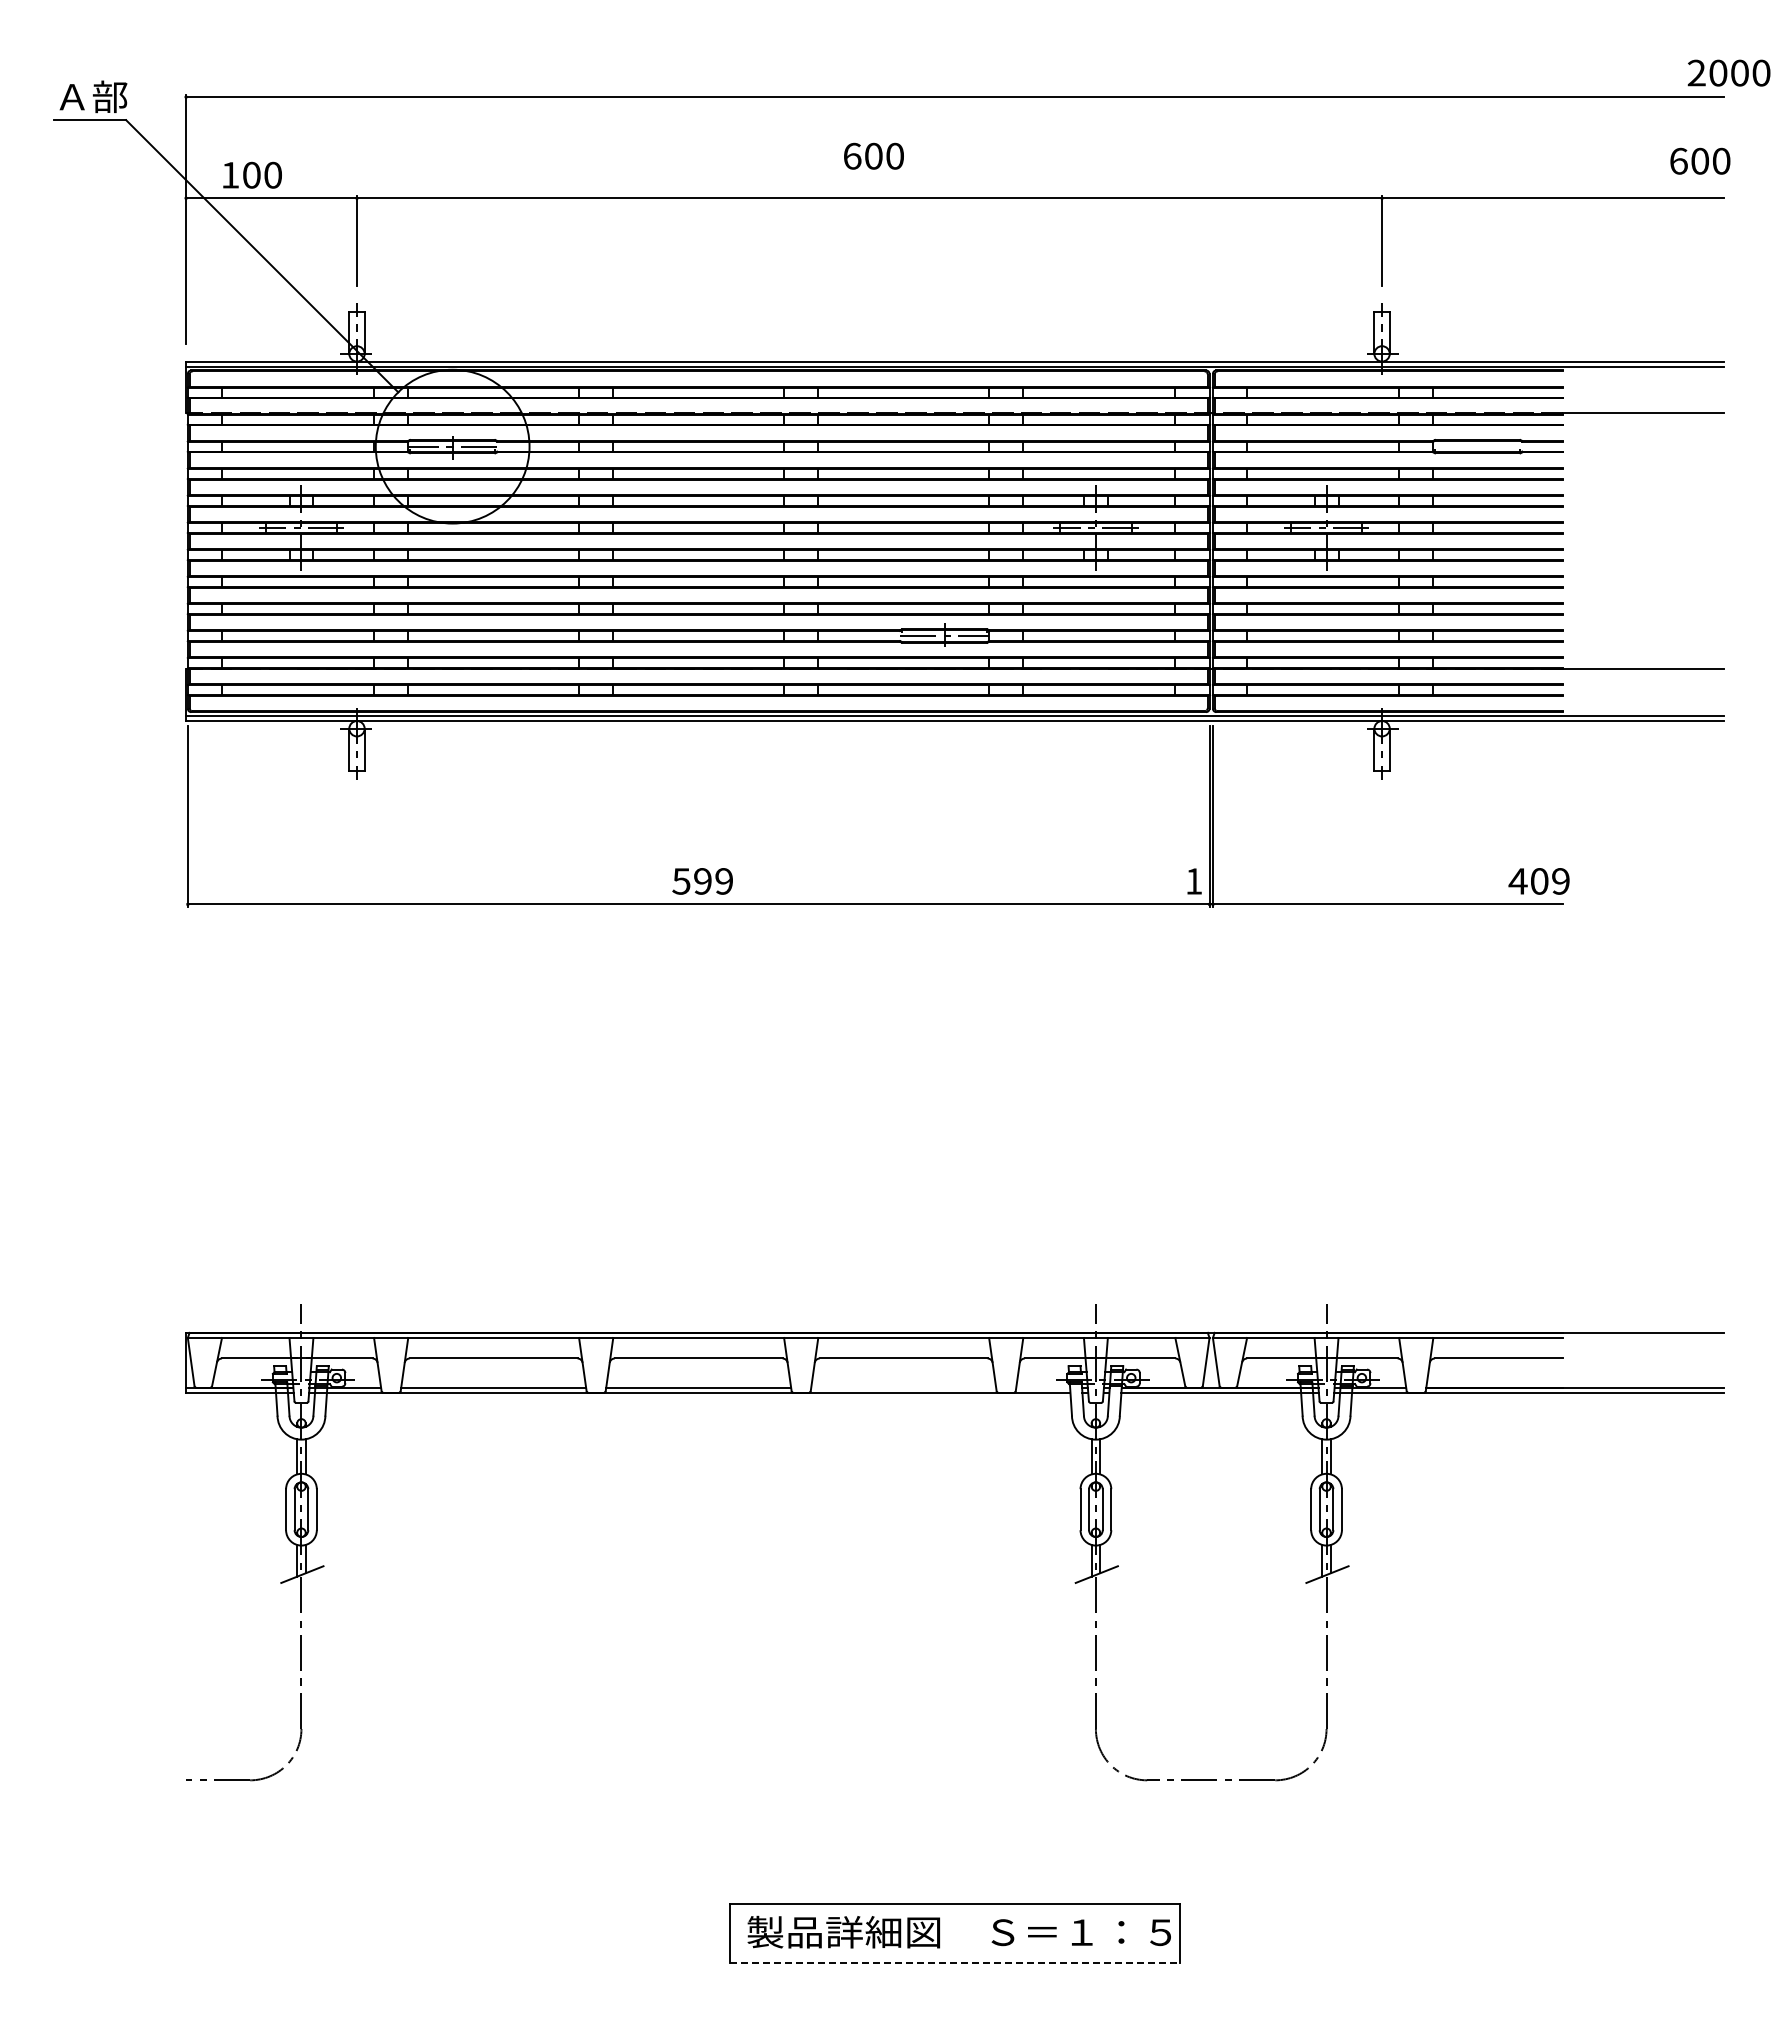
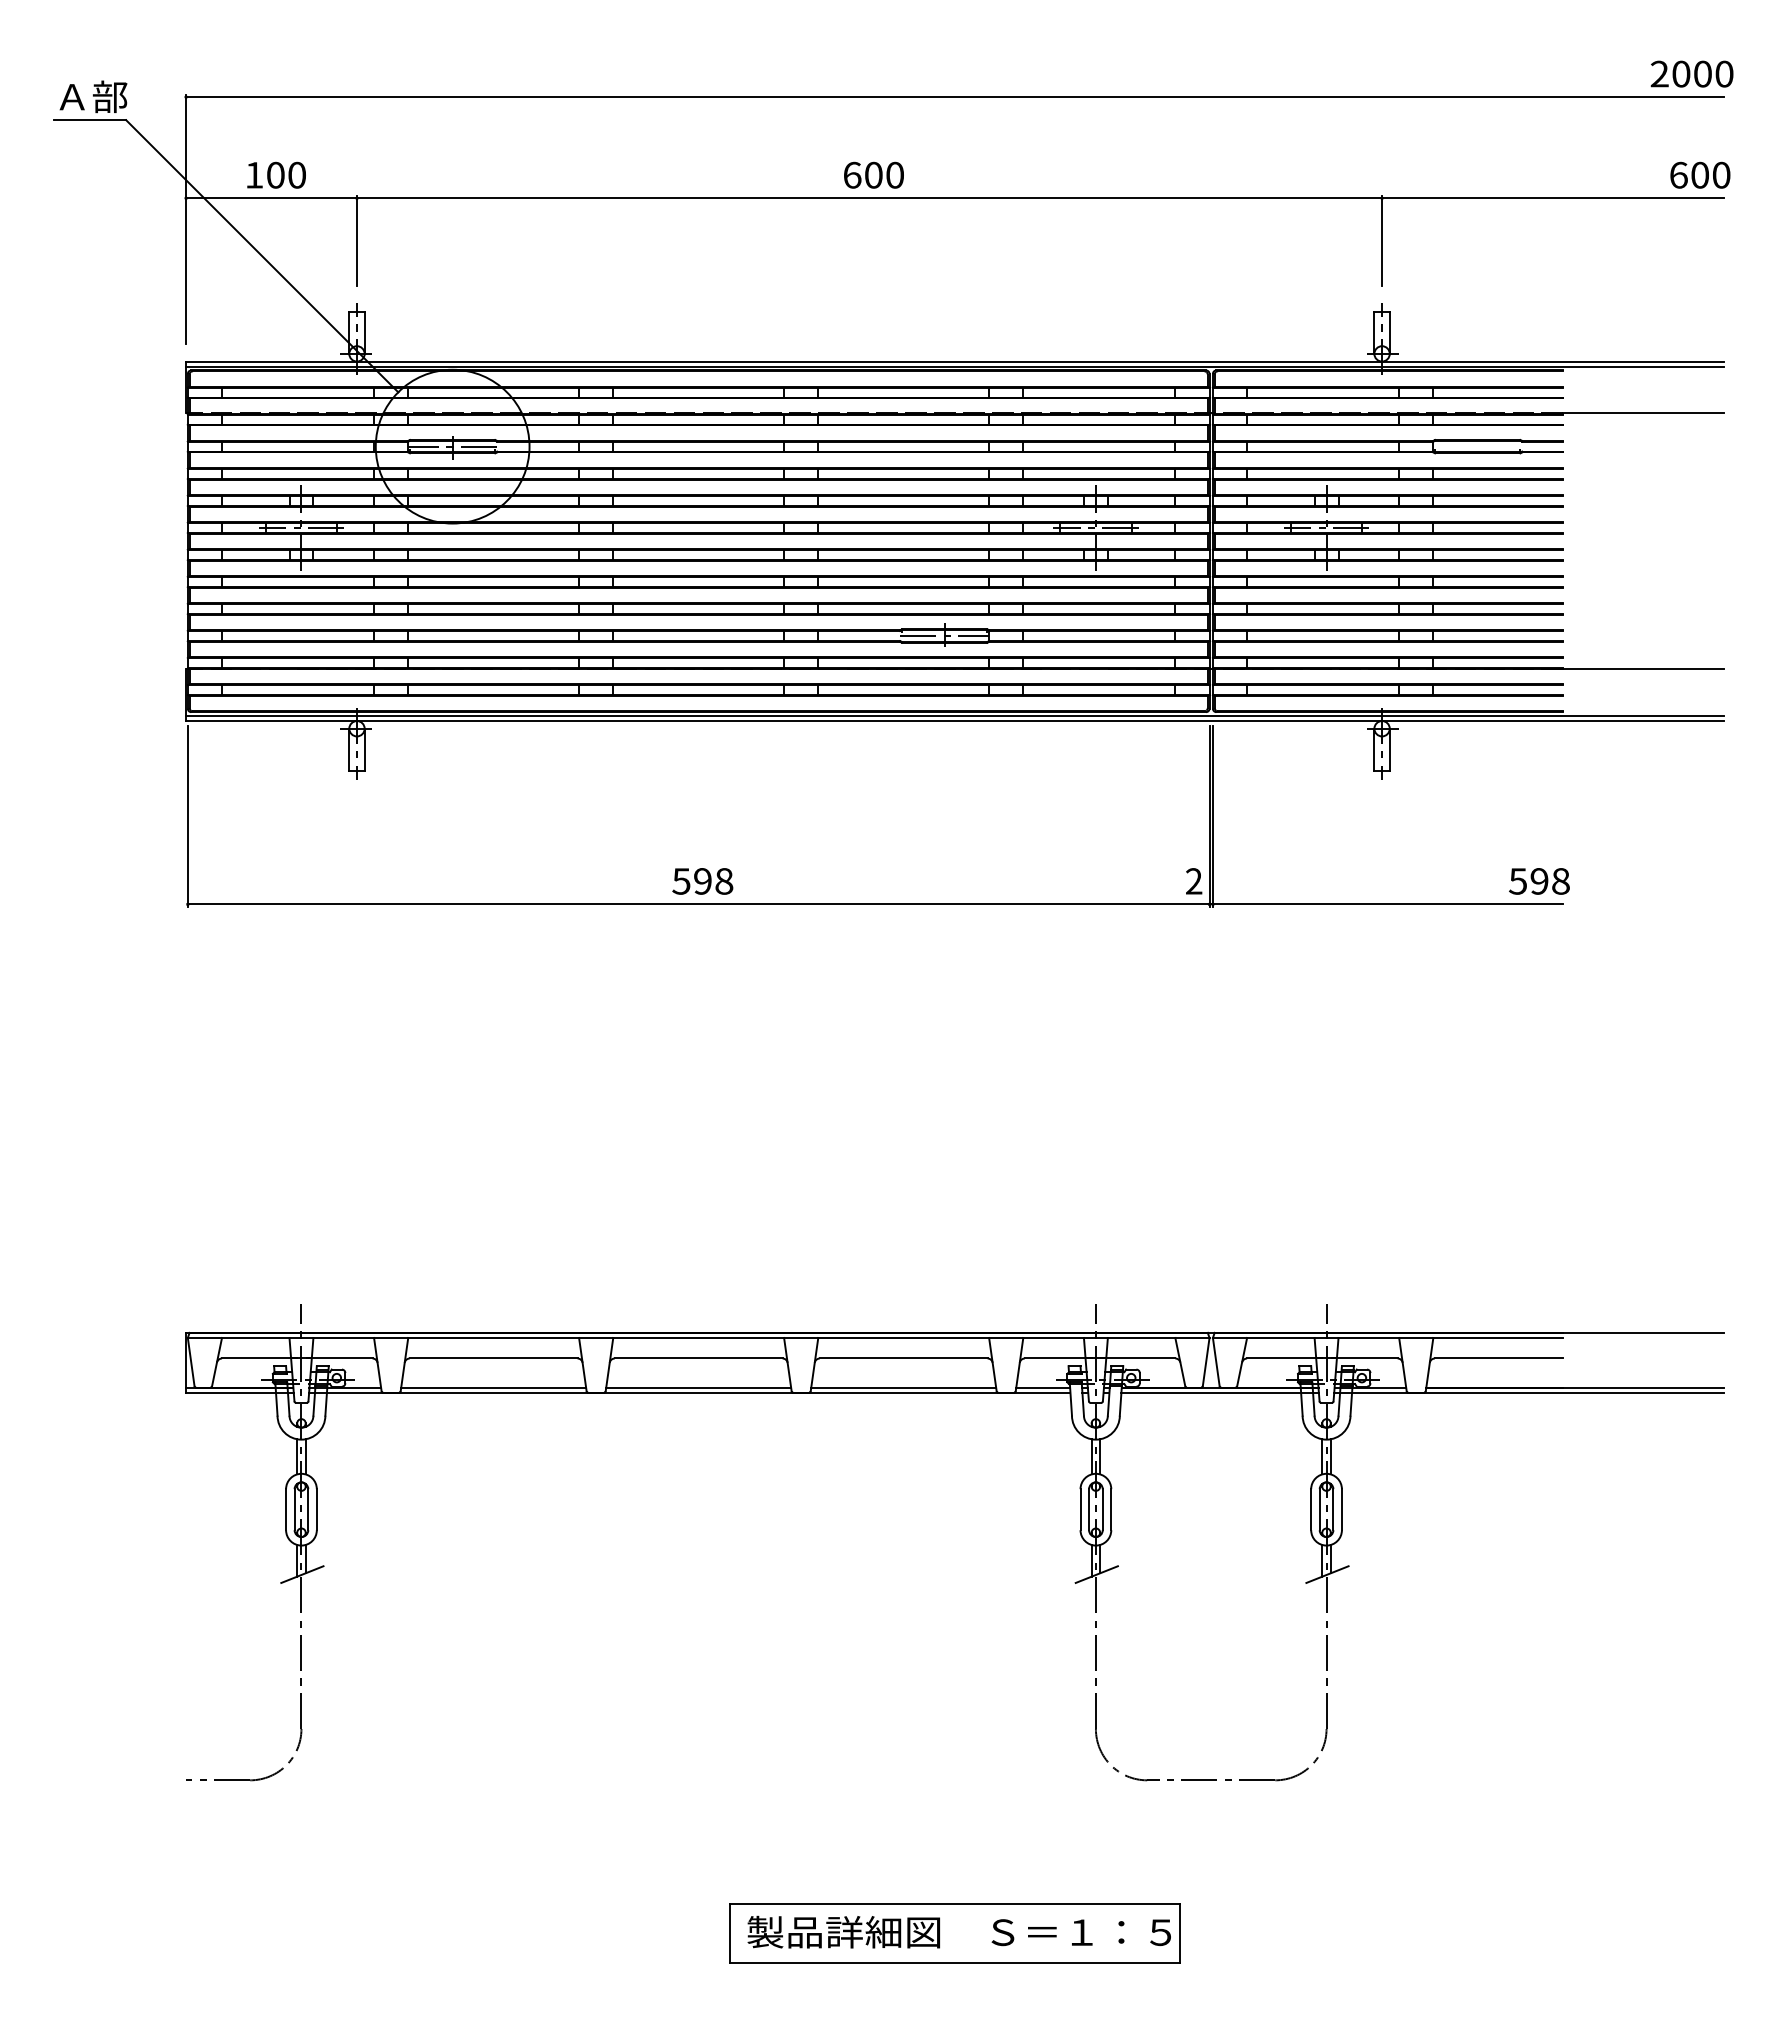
text at (1728, 72) position: (1728, 72) -> (1691, 73)
text at (873, 155) position: (873, 155) -> (873, 174)
text at (1700, 160) position: (1700, 160) -> (1700, 174)
text at (252, 174) position: (252, 174) -> (276, 174)
text at (724, 881): 599 -> 598
text at (1194, 881): 1 -> 2
text at (1538, 881): 409 -> 598
line at (903, 1387): none -> present
line at (1043, 1387): none -> present
line at (954, 1963): dashed -> solid
